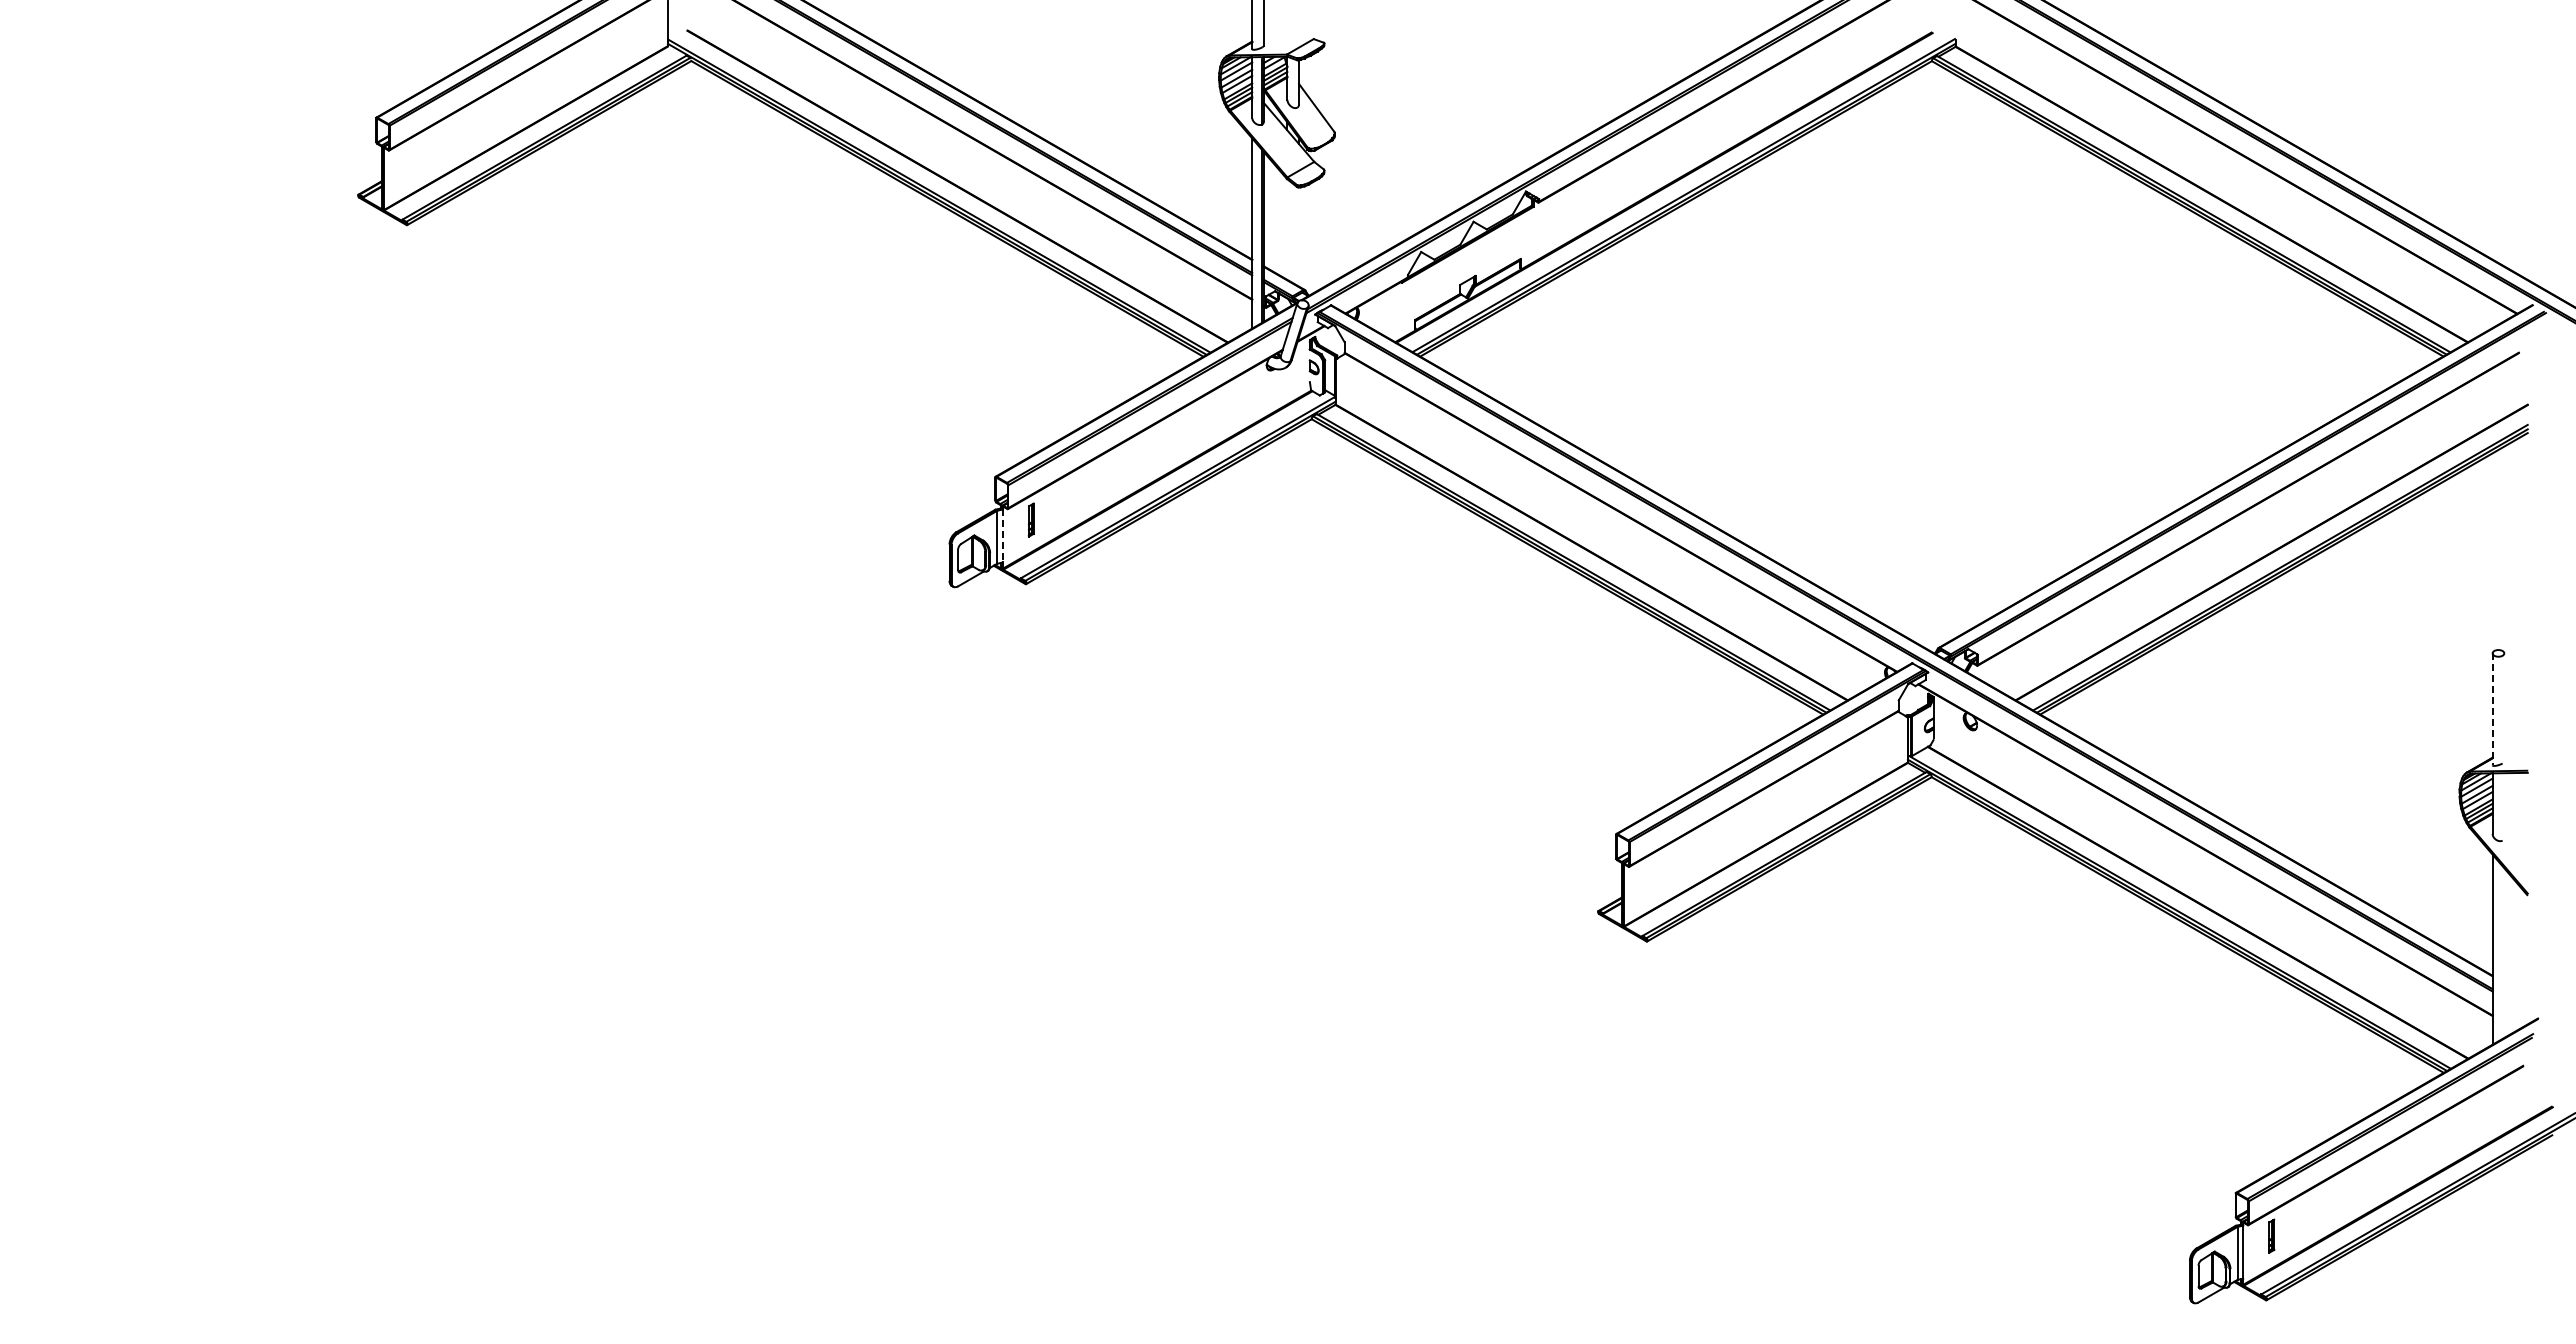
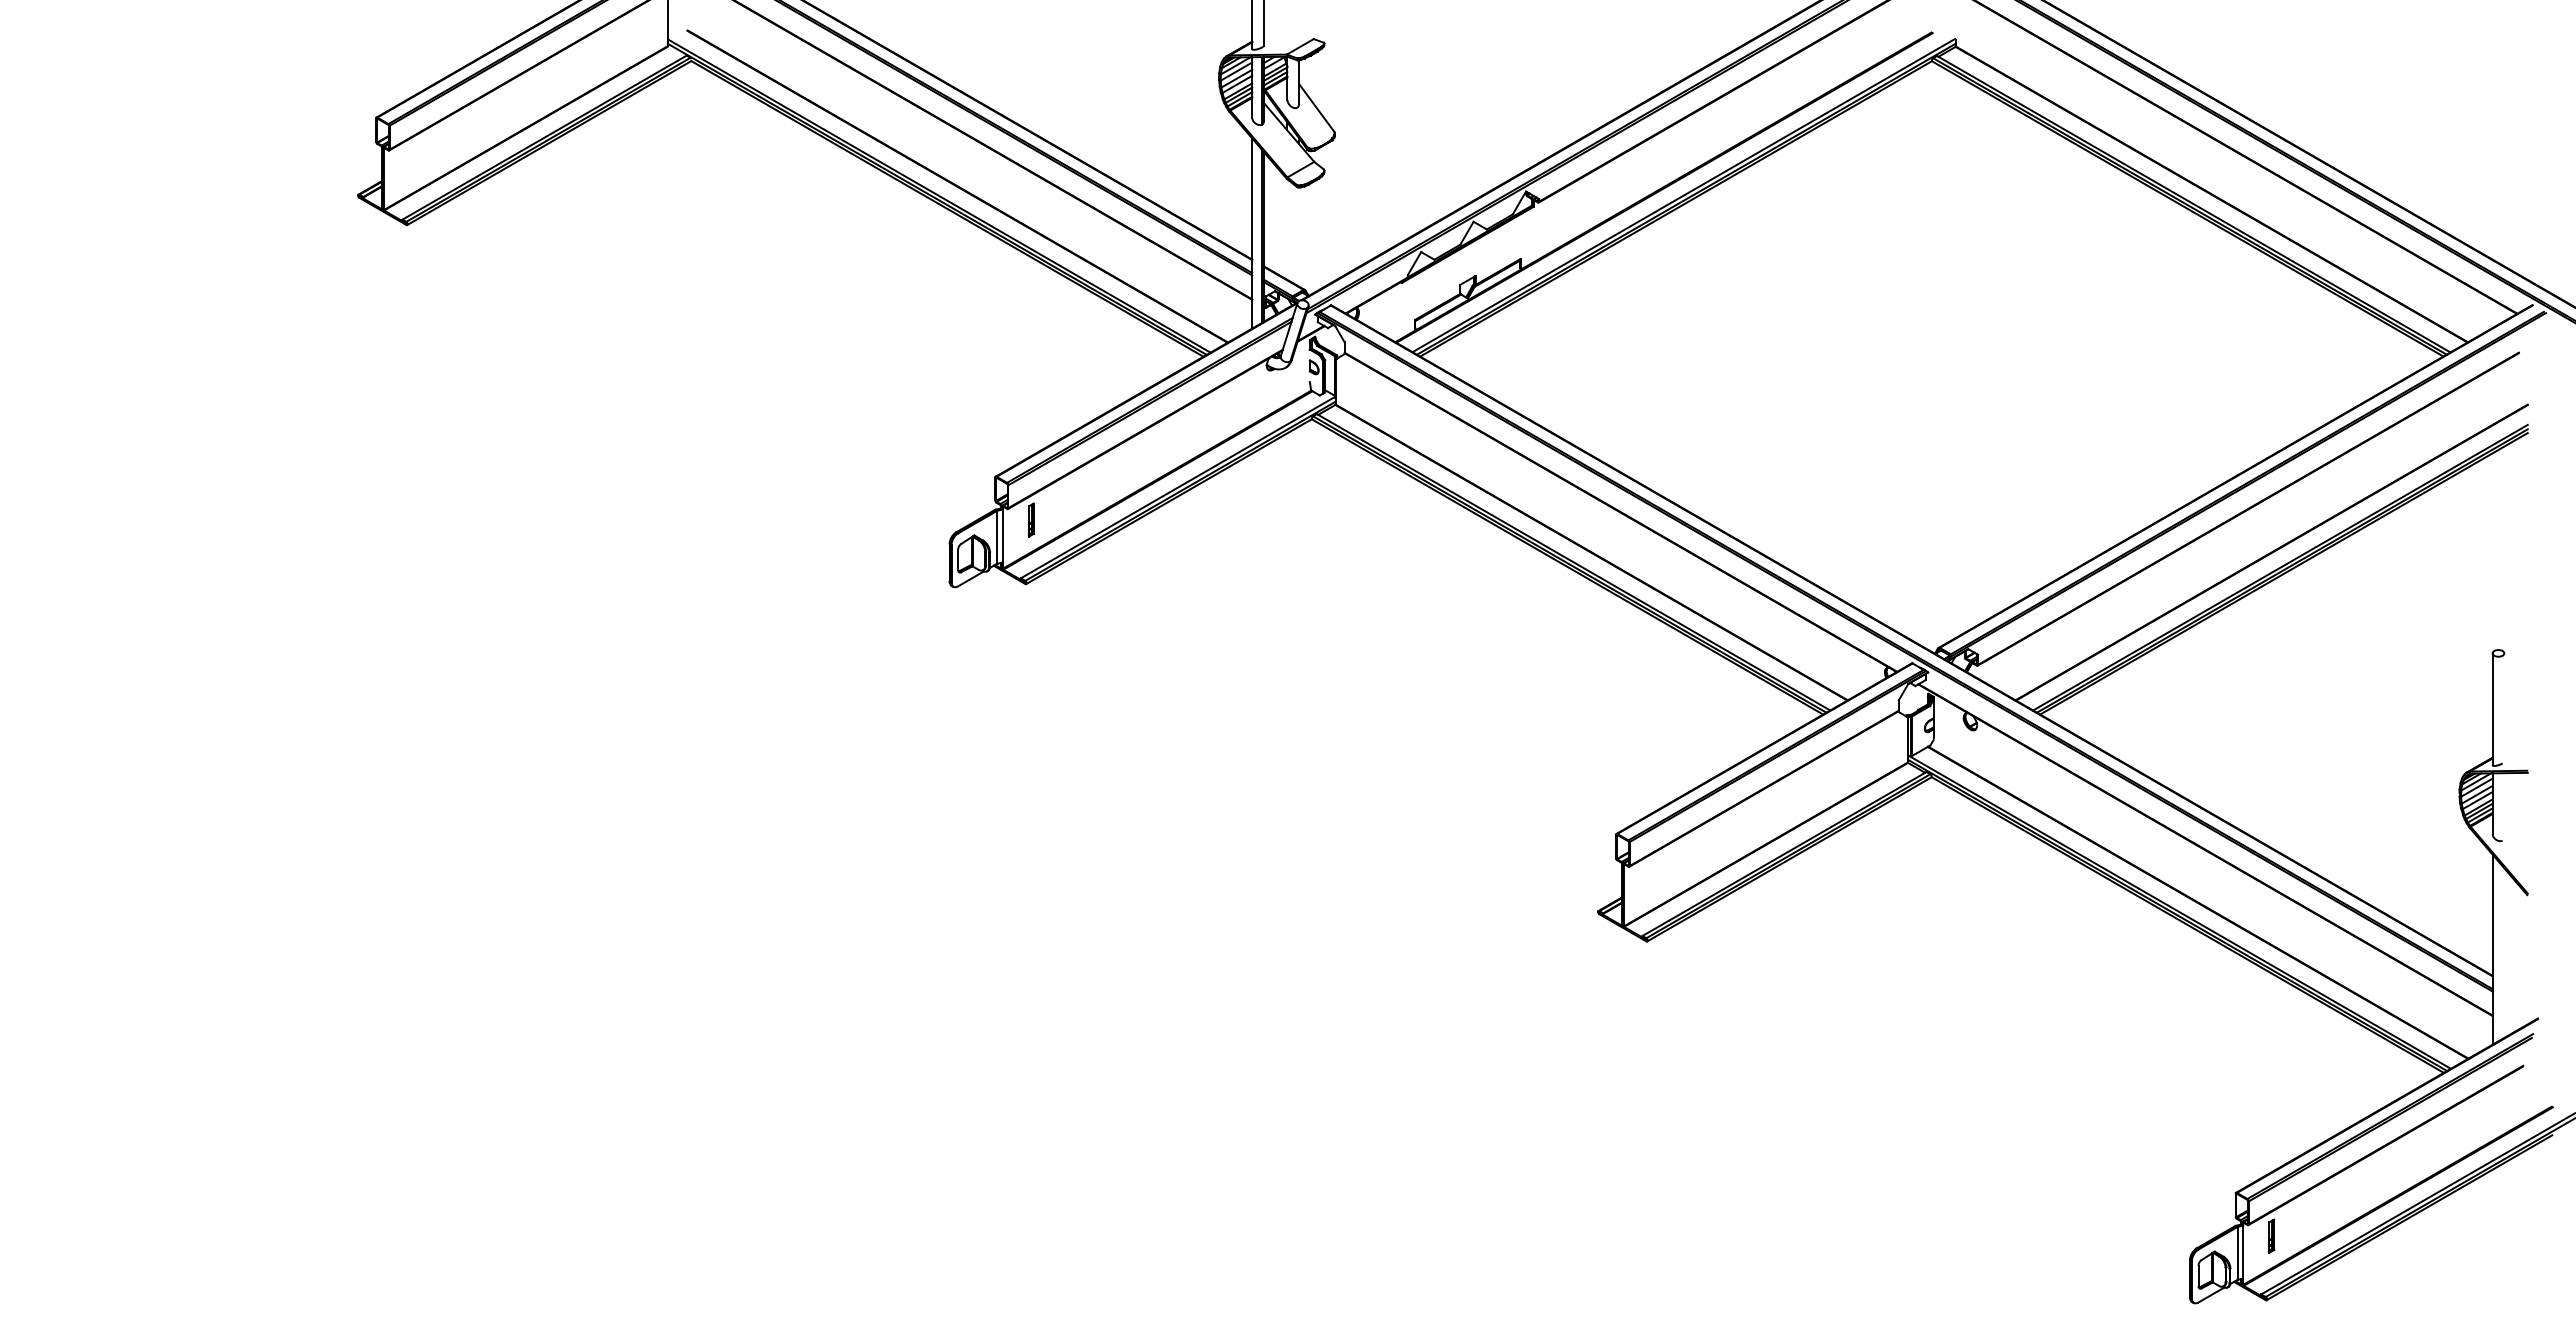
line at (1002, 535): dashed -> solid
line at (2492, 709): dashed -> solid
